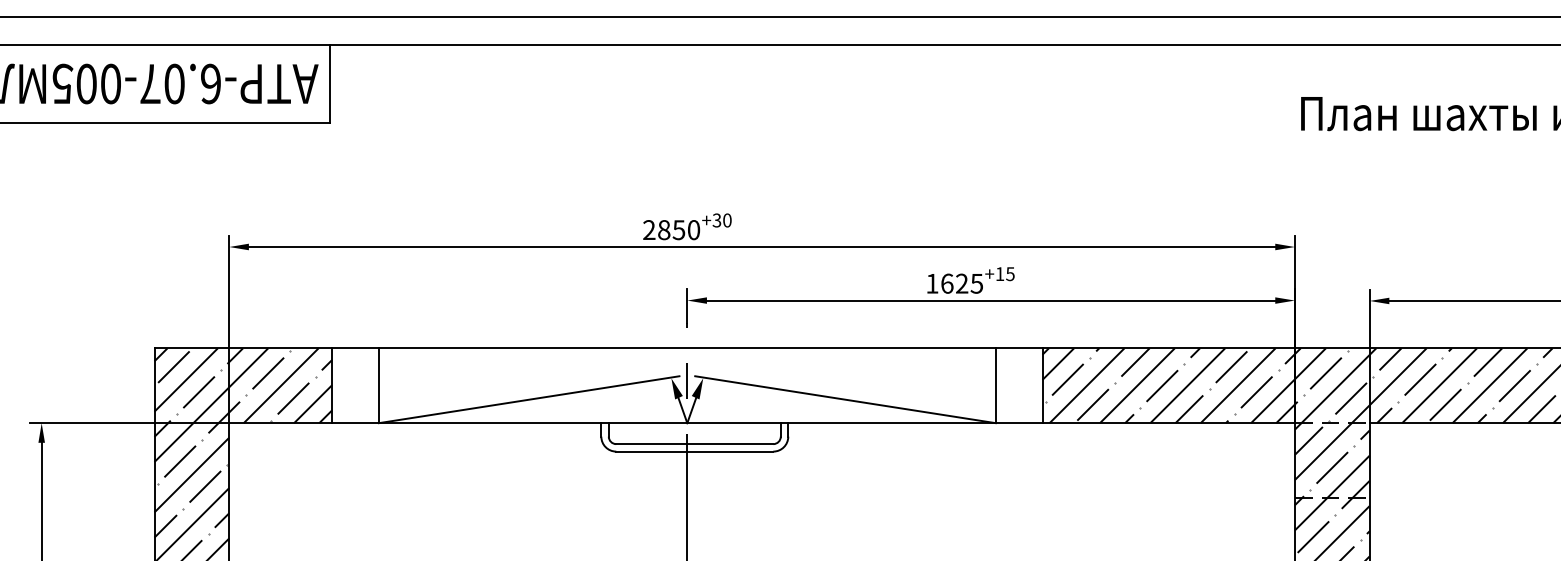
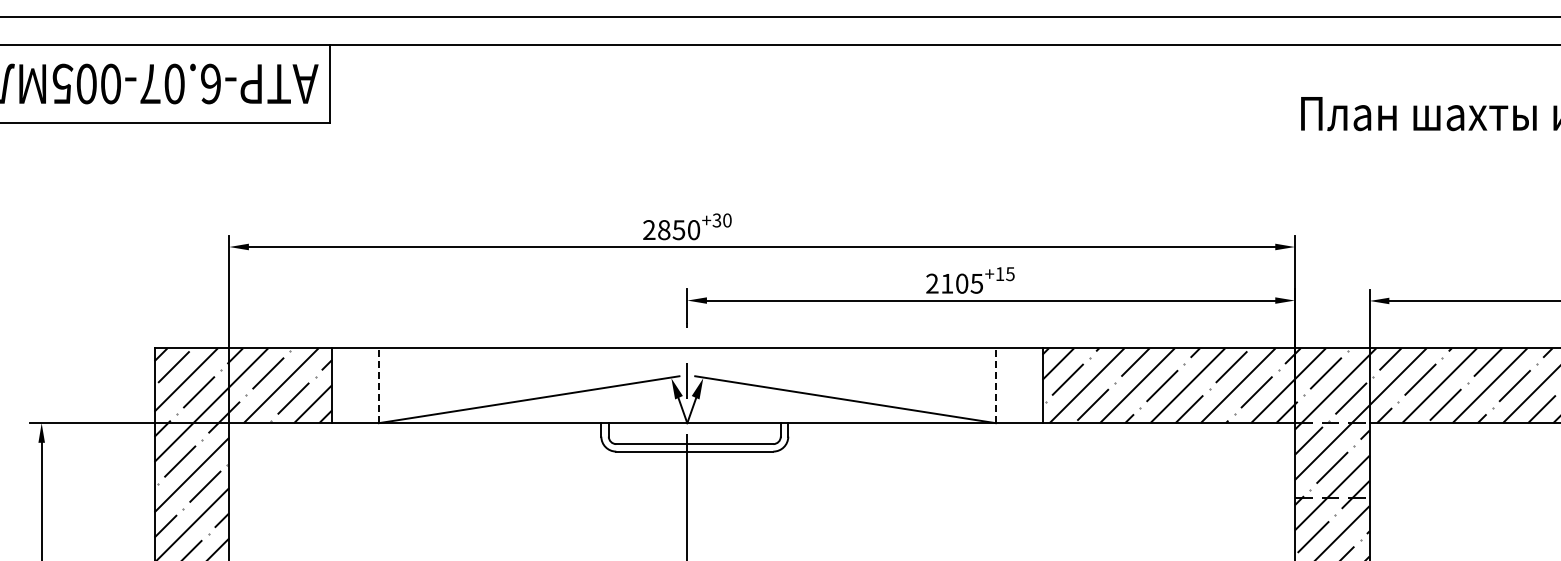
text at (947, 283): 1625 -> 2105
line at (378, 385): solid -> dashed
line at (995, 385): solid -> dashed
